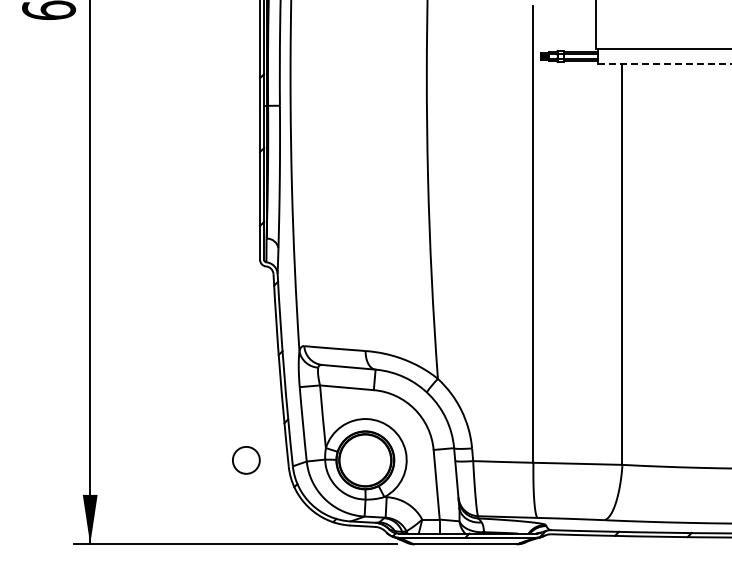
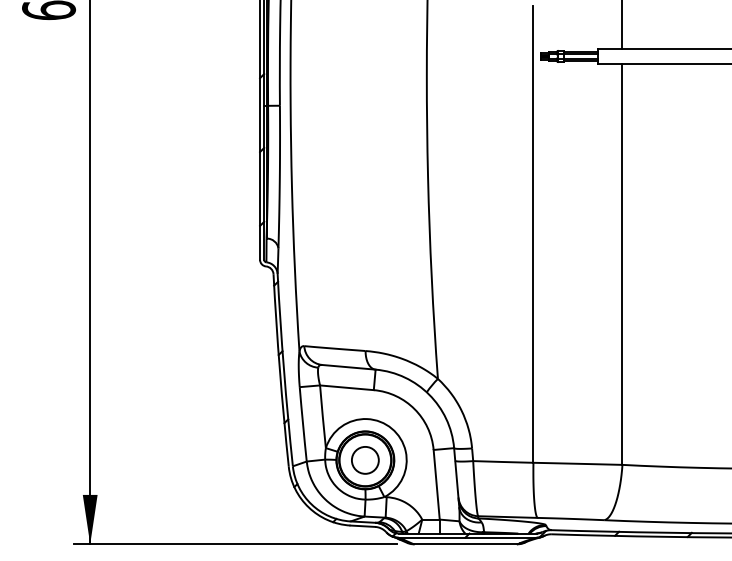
line at (596, 25) position: (596, 25) -> (622, 25)
line at (664, 63): dashed -> solid
circle at (246, 460) position: (246, 460) -> (365, 460)
